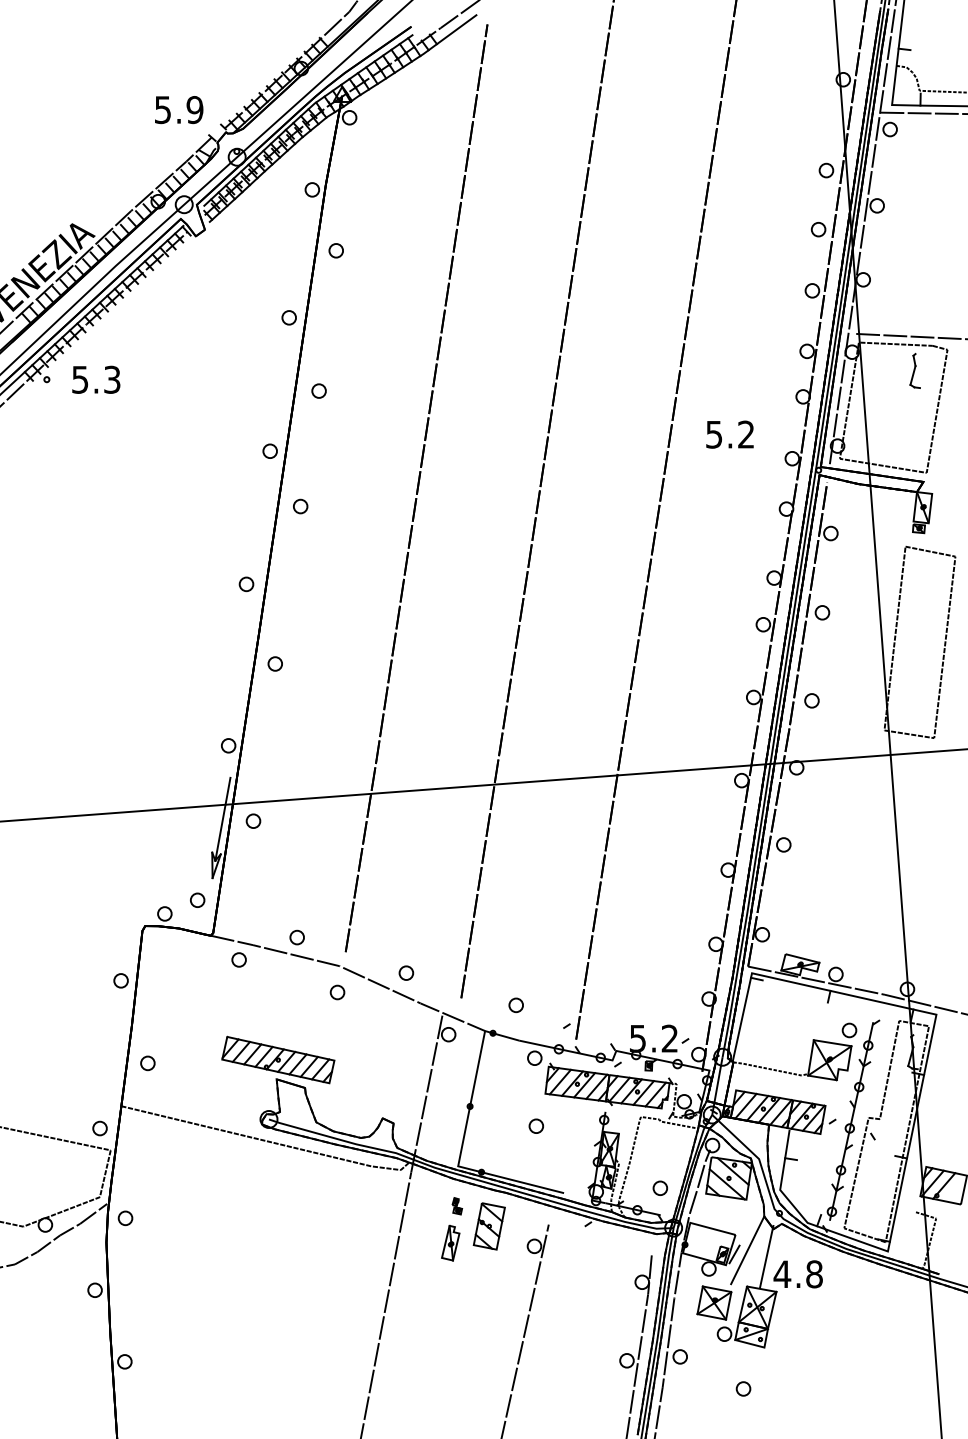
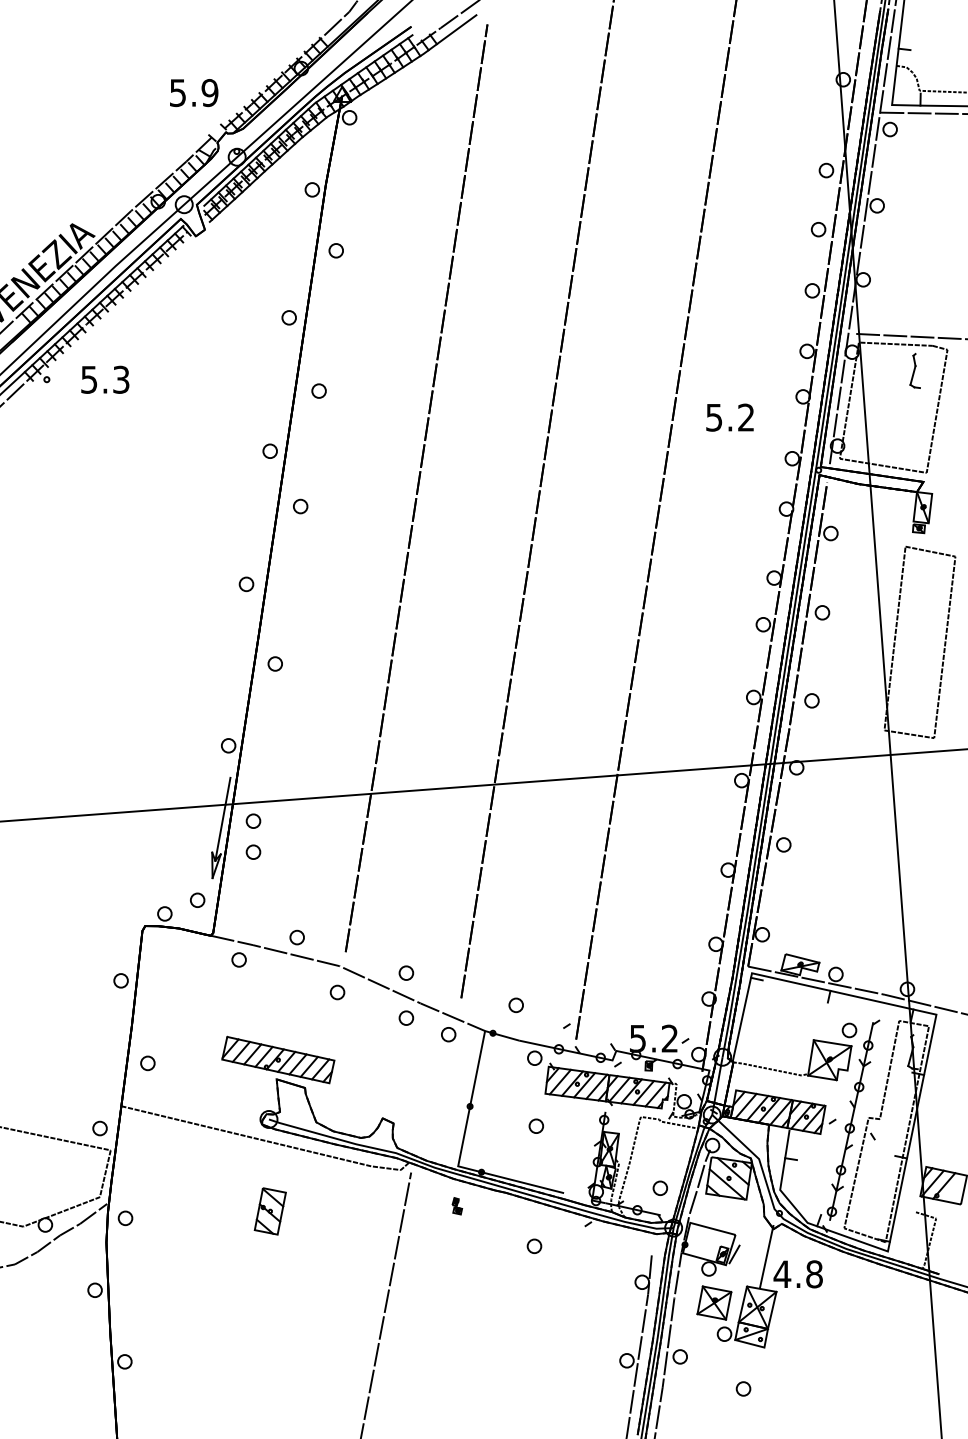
text at (179, 110) position: (179, 110) -> (194, 93)
text at (96, 379) position: (96, 379) -> (105, 379)
text at (729, 434) position: (729, 434) -> (729, 417)
part at (253, 851): none -> present
part at (406, 1017): none -> present
line at (426, 1093): present -> none
part at (488, 1226) position: (488, 1226) -> (269, 1211)
part at (450, 1242): present -> none
line at (747, 1250): present -> none
line at (525, 1329): present -> none
